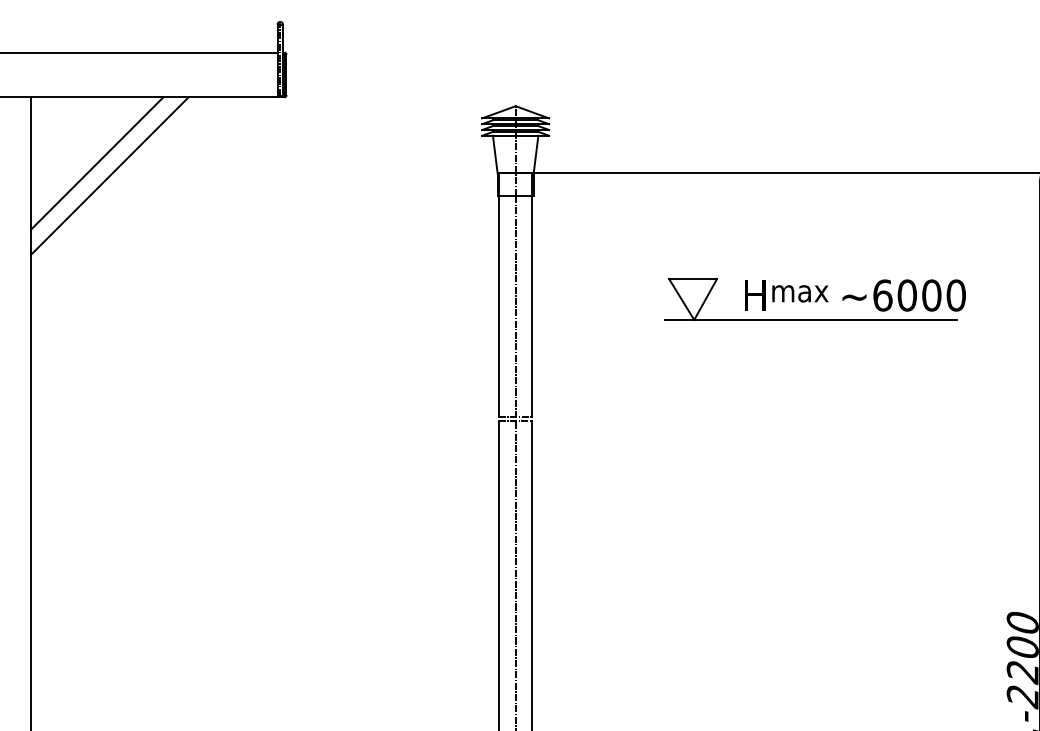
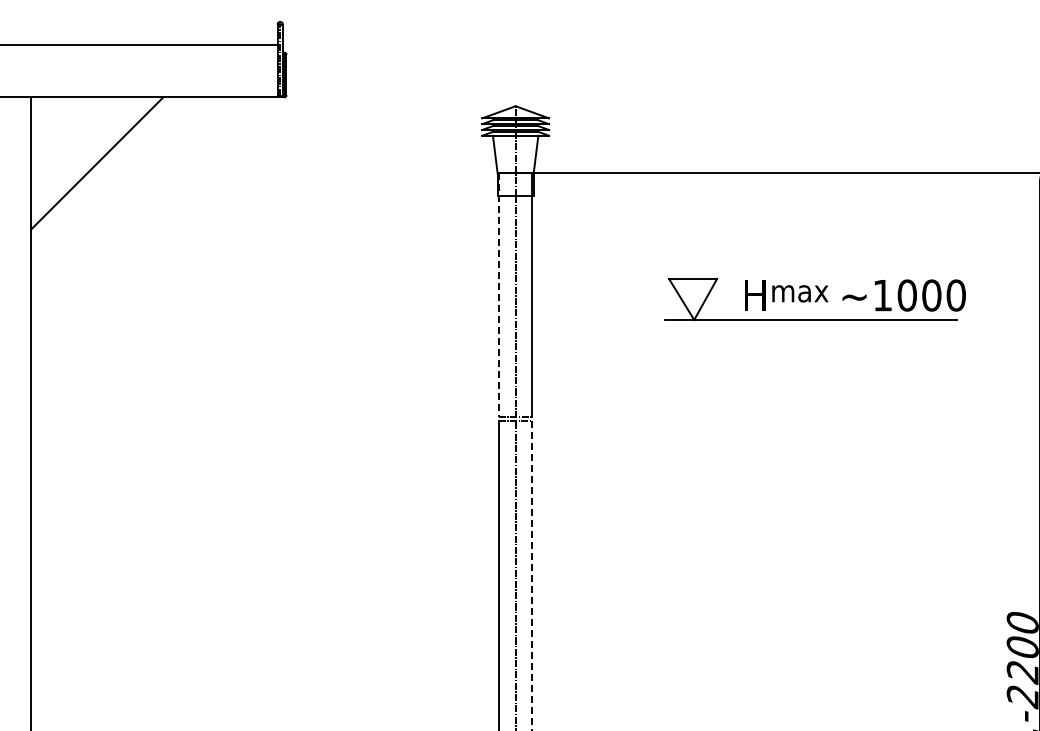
line at (139, 52) position: (139, 52) -> (139, 44)
line at (109, 175): present -> none
line at (498, 295): solid -> dashed
text at (882, 295): ~6000 -> ~1000
line at (532, 576): solid -> dashed
